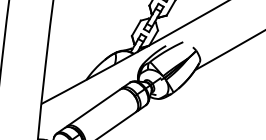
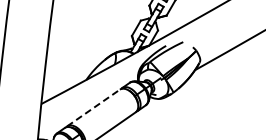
line at (93, 107): solid -> dashed
